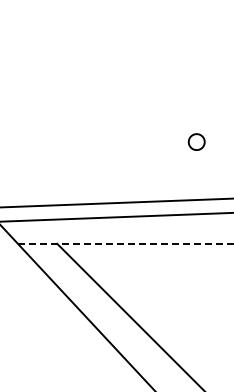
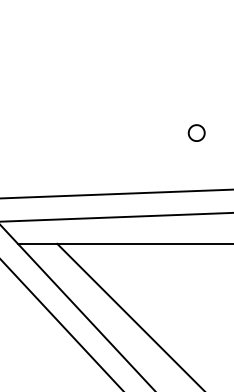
part at (196, 141) position: (196, 141) -> (196, 132)
line at (116, 202) position: (116, 202) -> (116, 193)
line at (125, 243): dashed -> solid
line at (61, 324): none -> present
